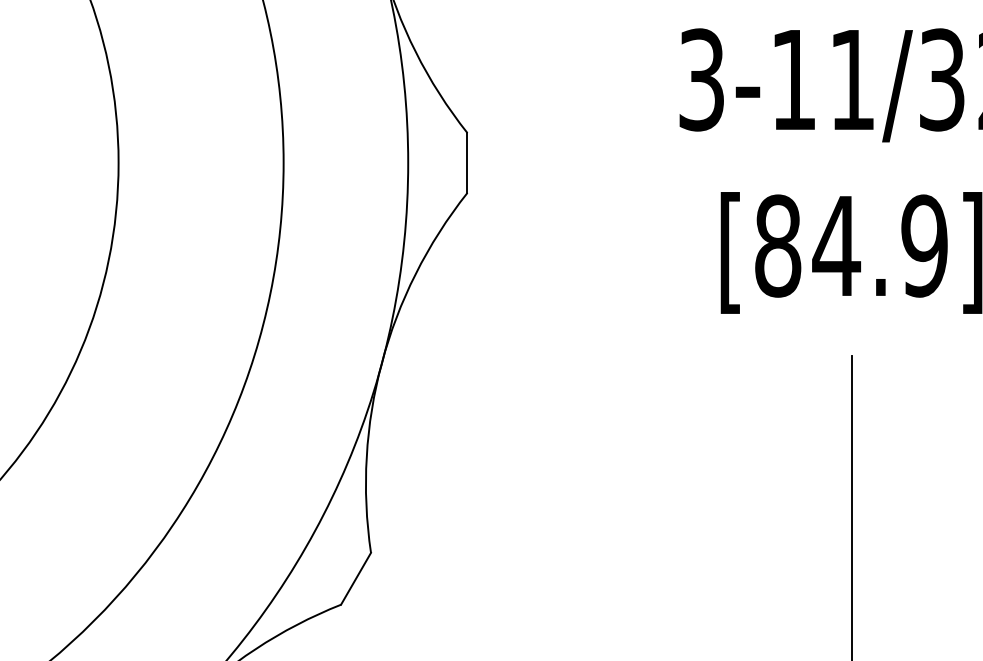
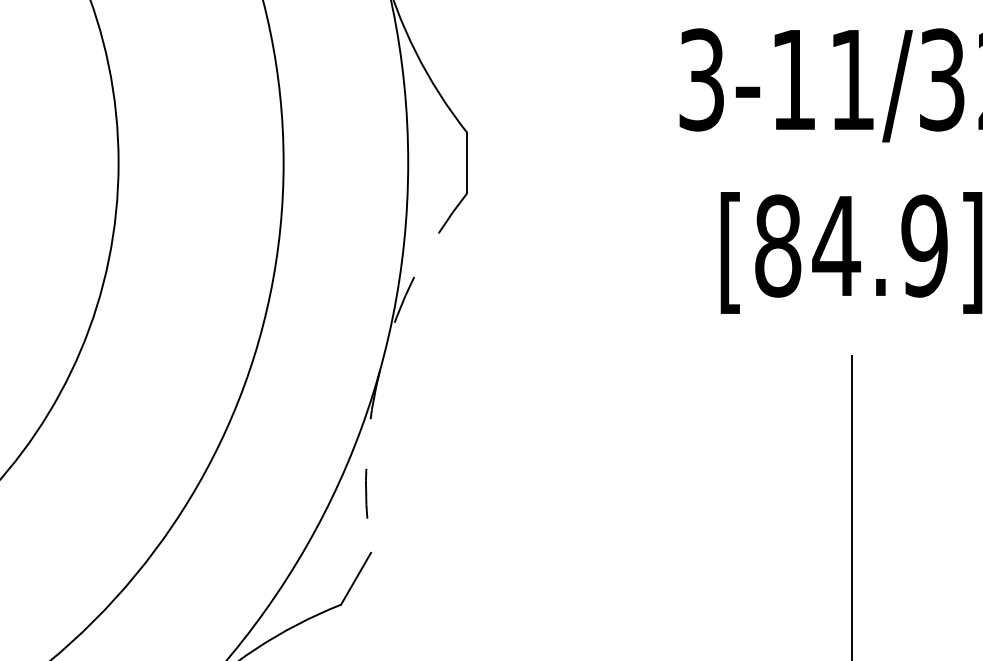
arc at (381, 362): solid -> dashed
